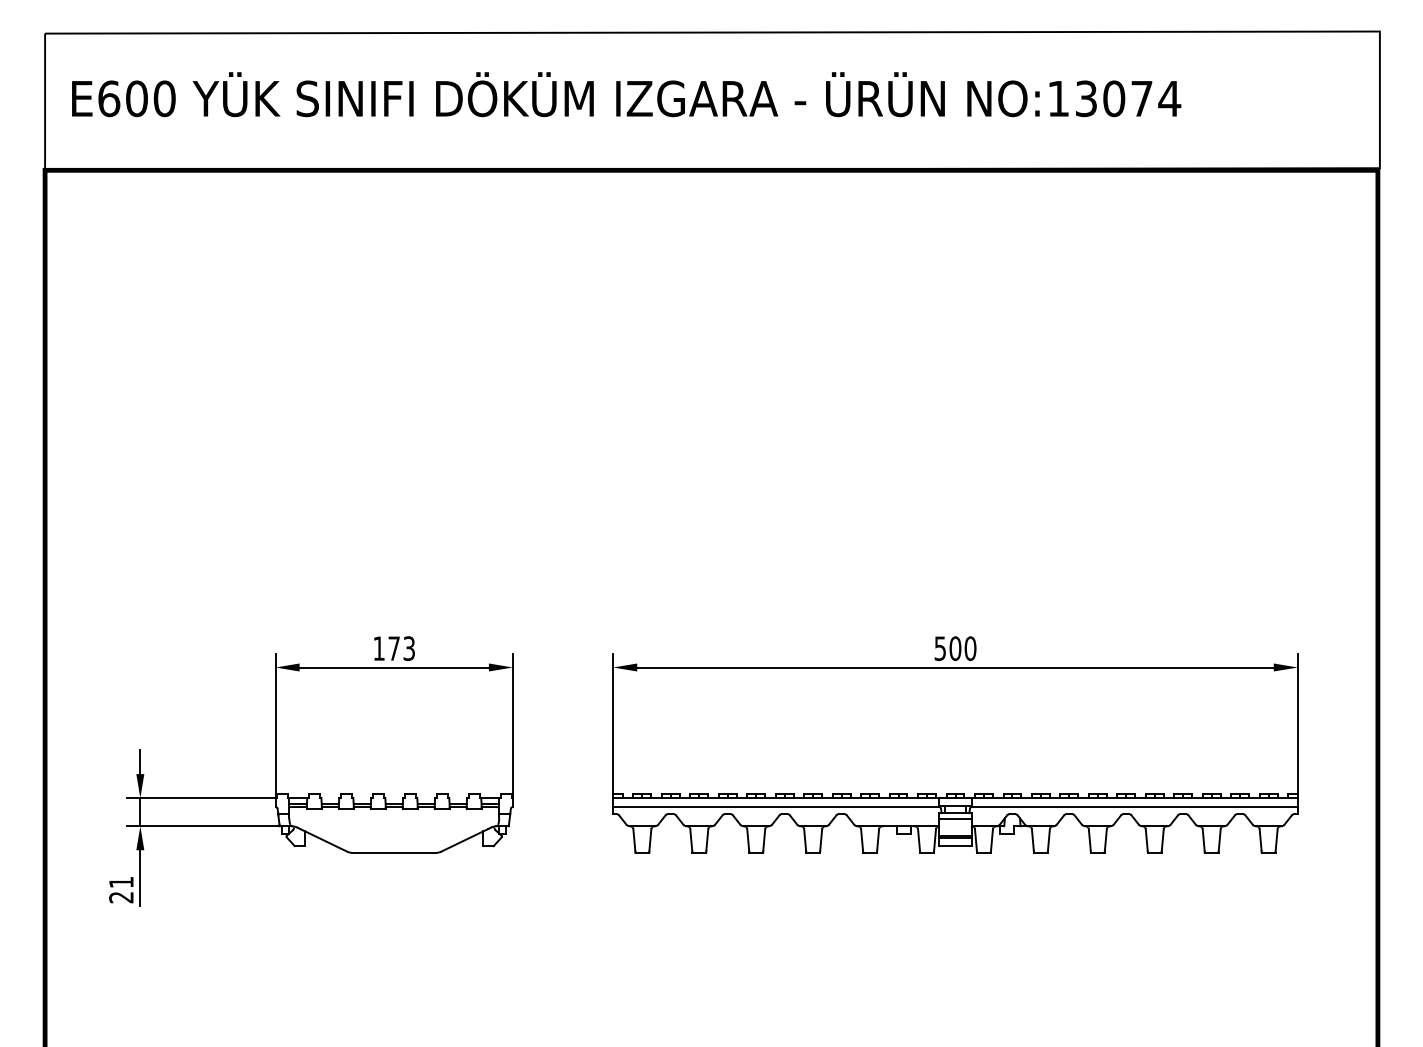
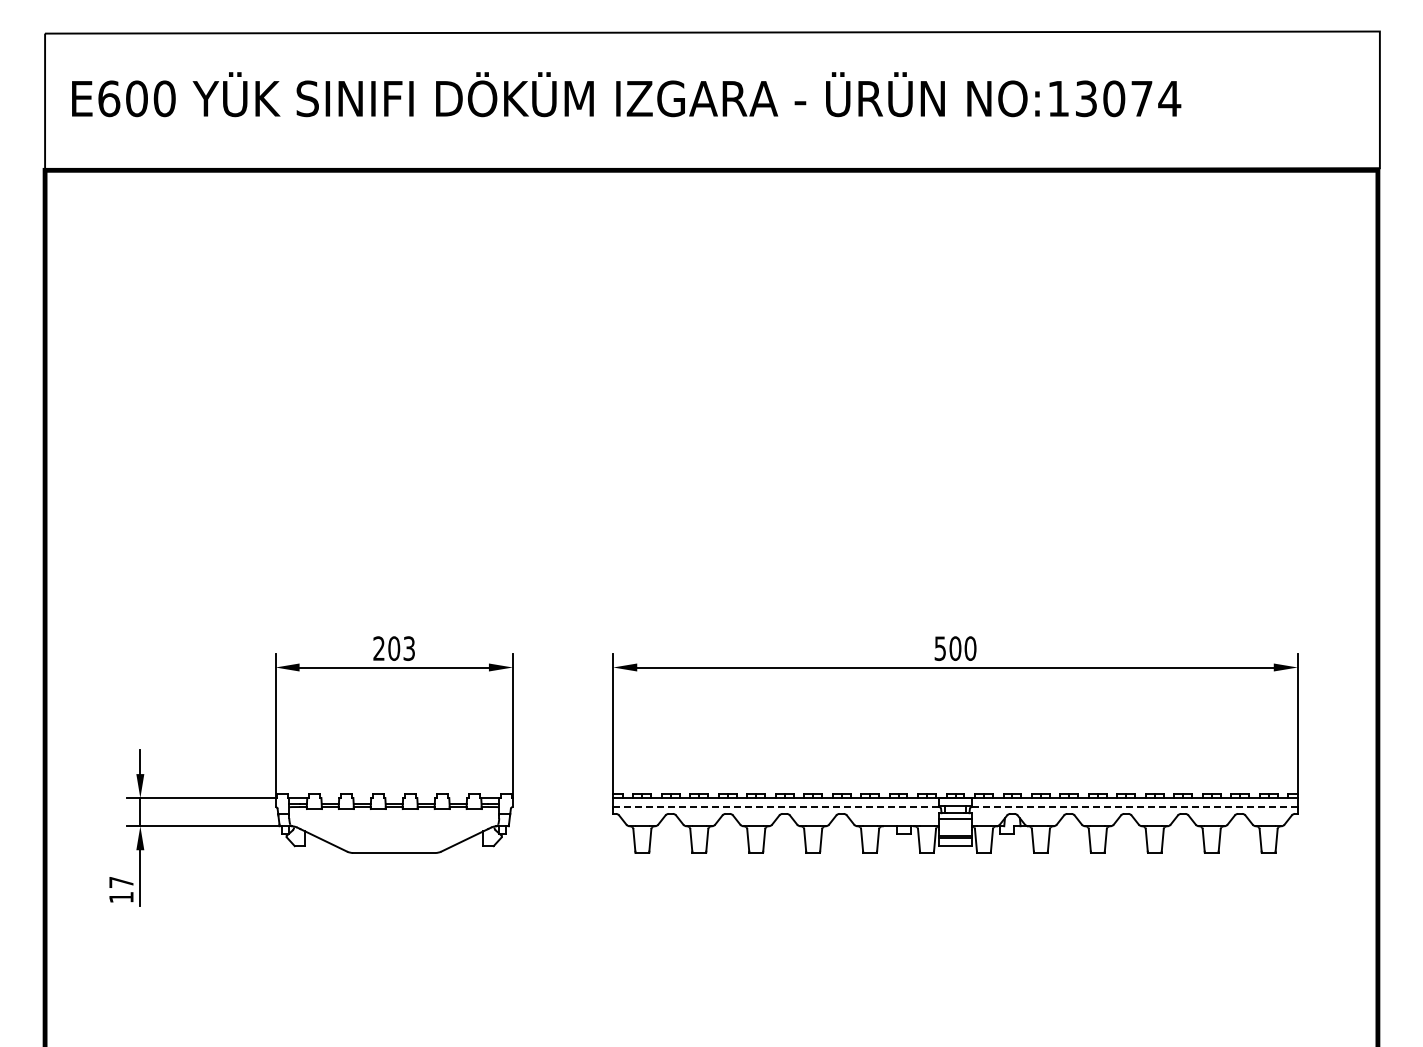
text at (386, 648): 173 -> 203
line at (776, 807): solid -> dashed
line at (1134, 807): solid -> dashed
text at (121, 890): 21 -> 17
